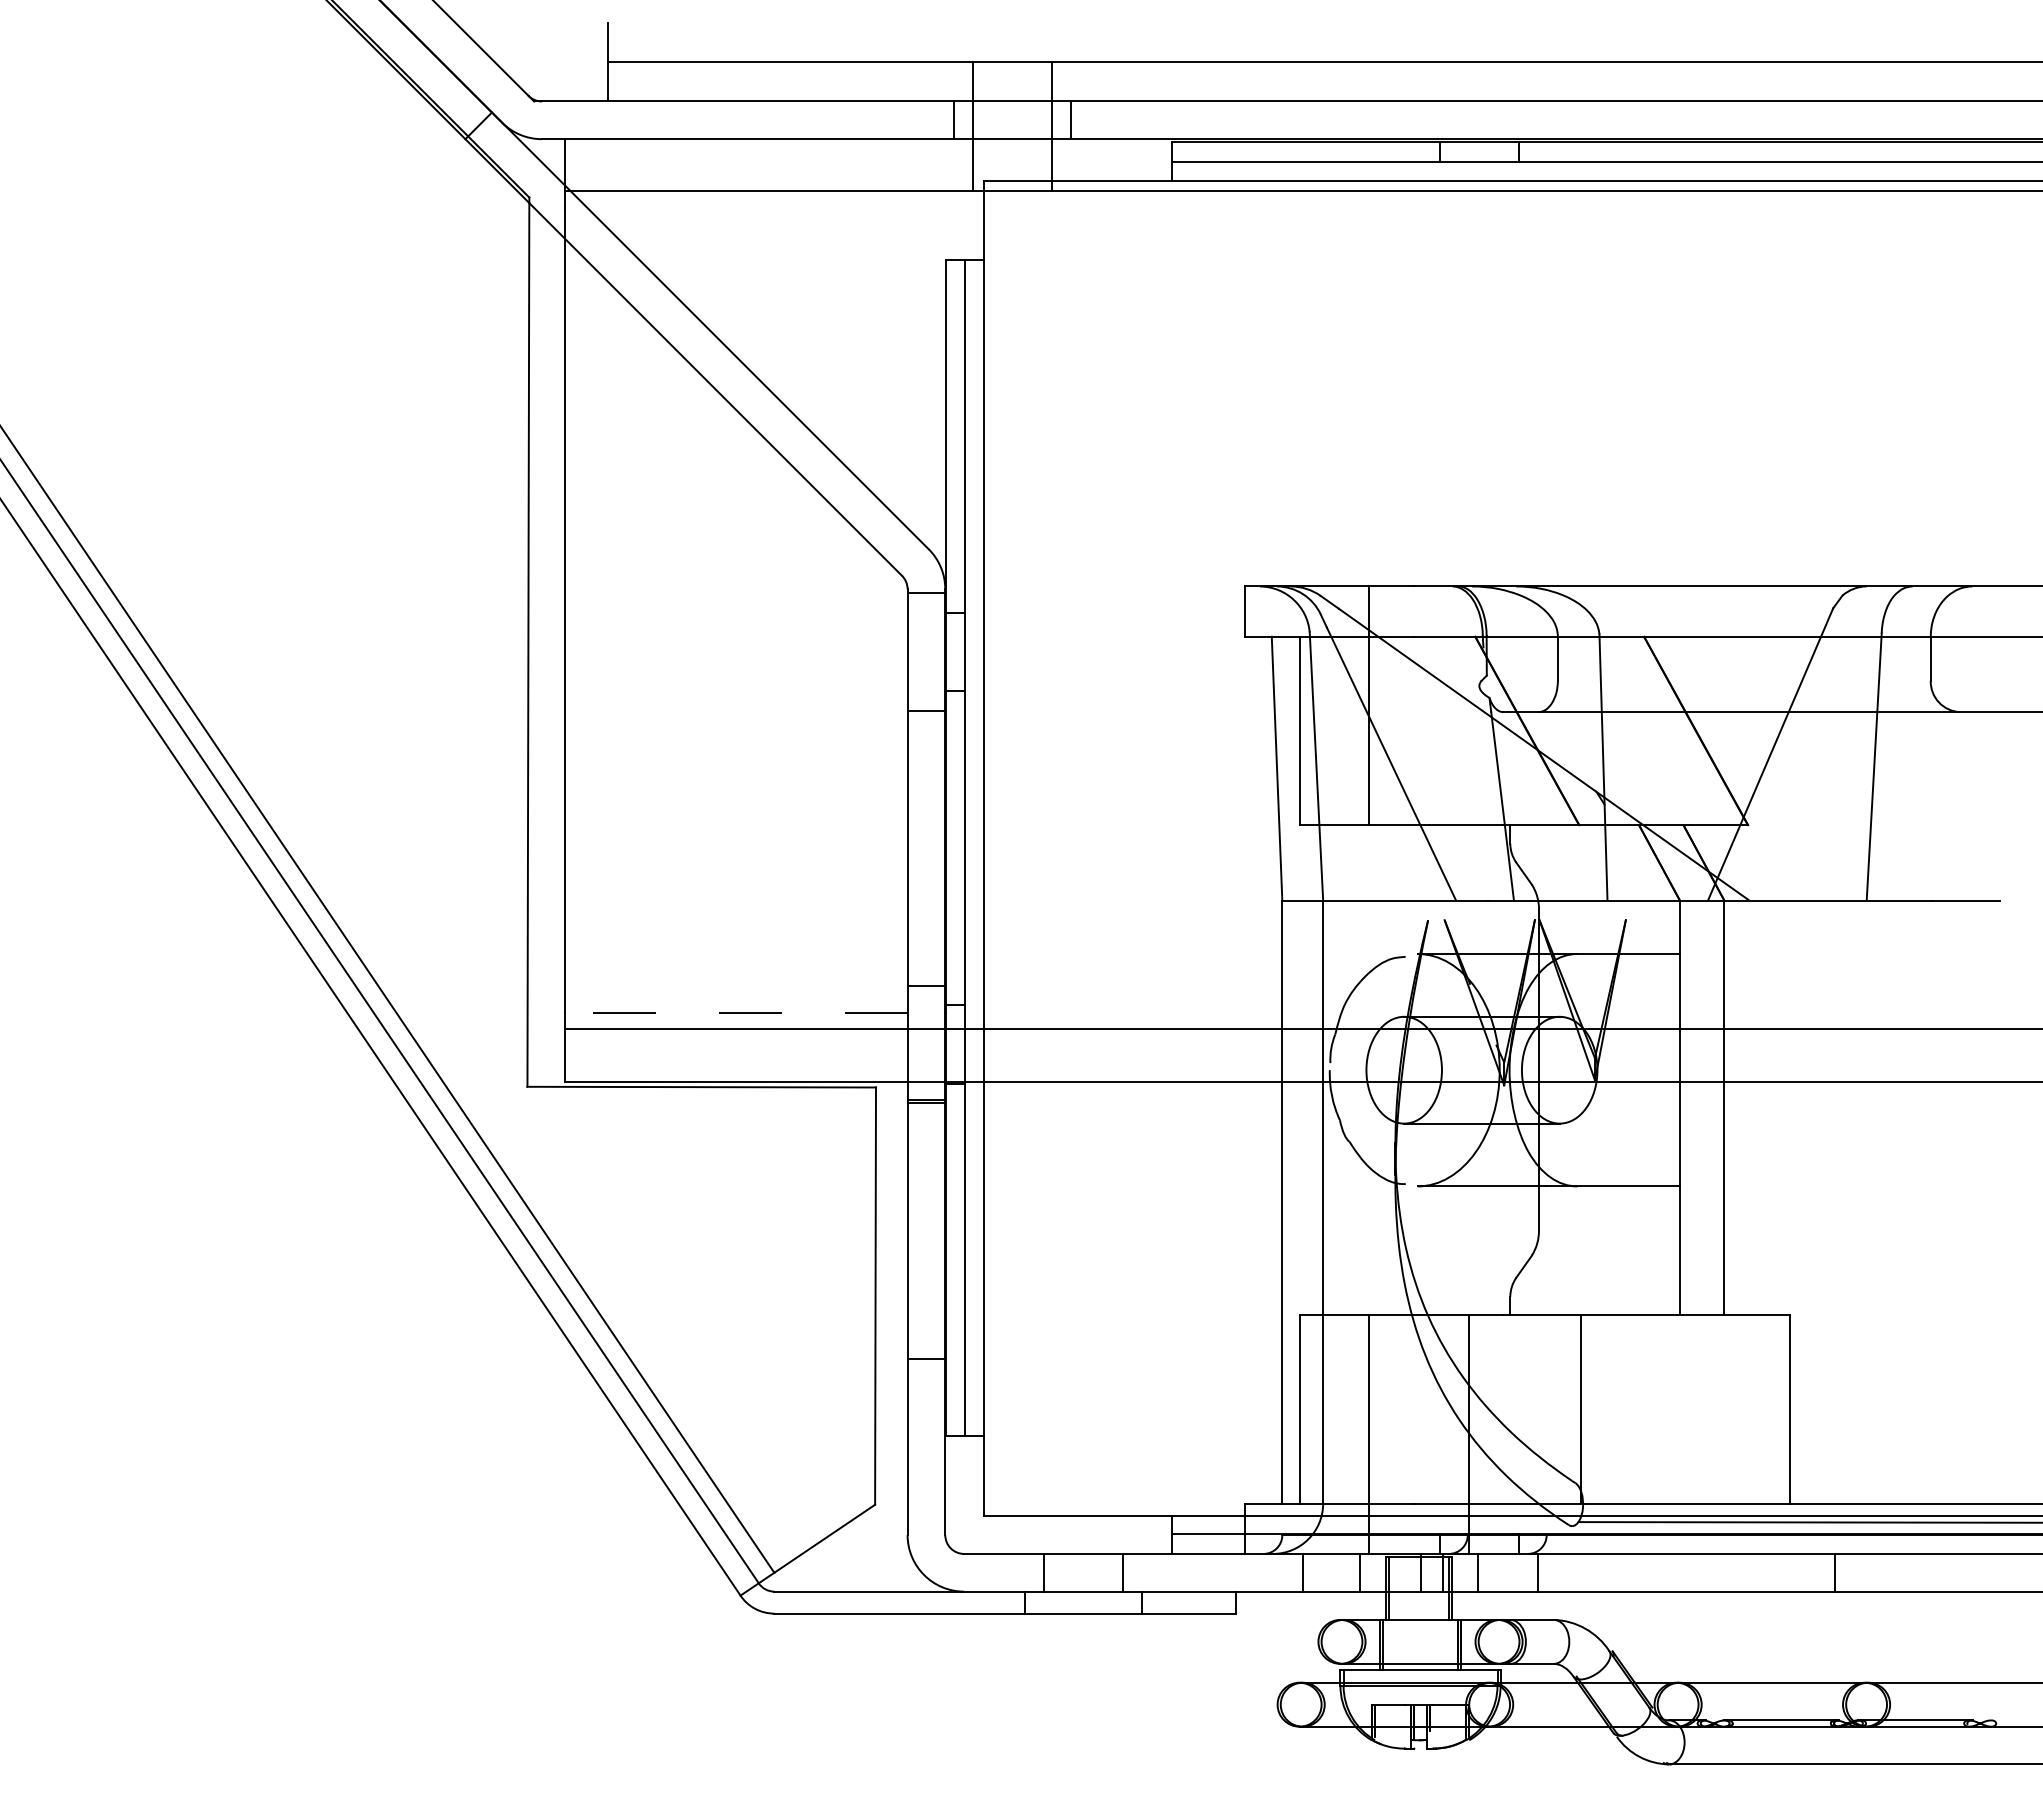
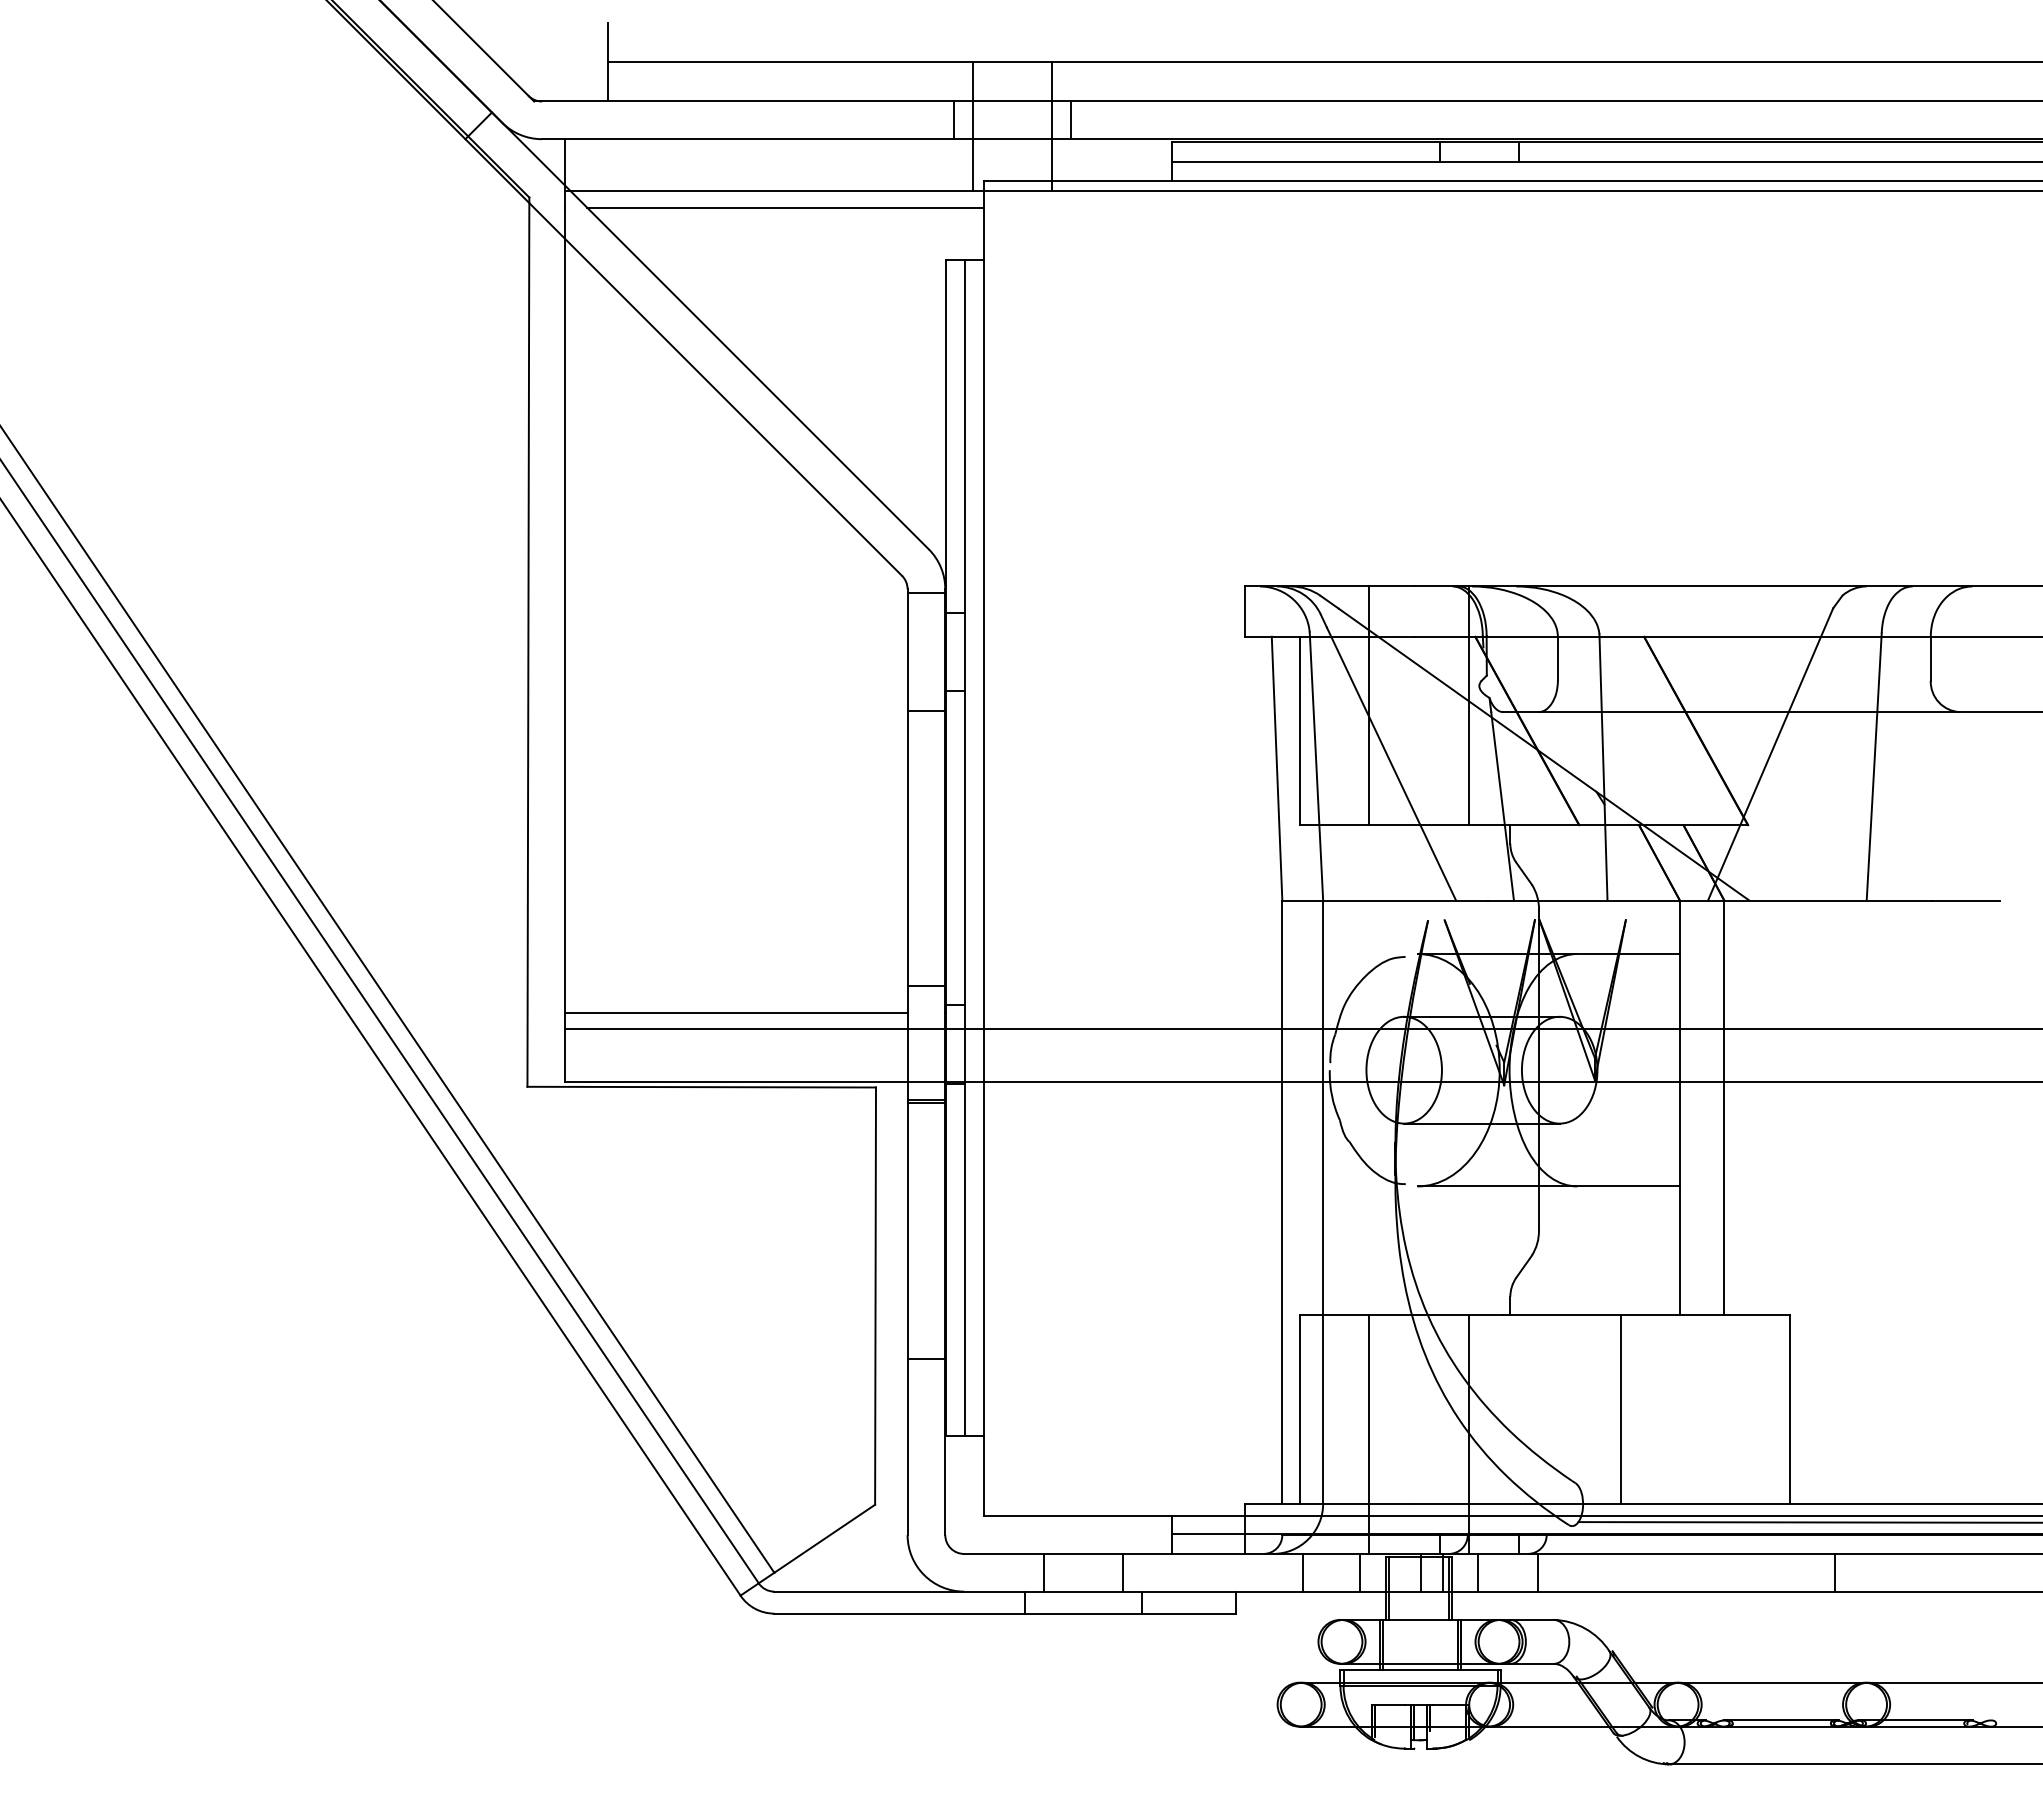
line at (785, 207): none -> present
line at (1469, 705): none -> present
line at (735, 1012): dashed -> solid
line at (1580, 1409) position: (1580, 1409) -> (1620, 1409)
